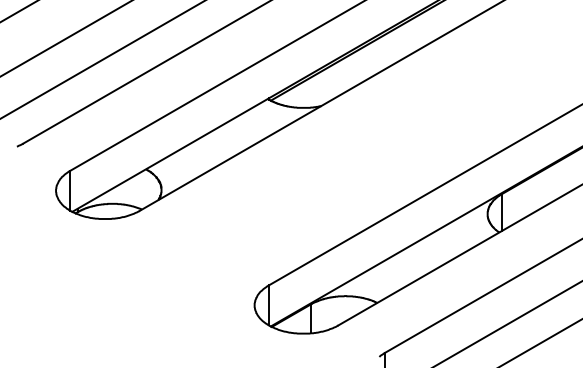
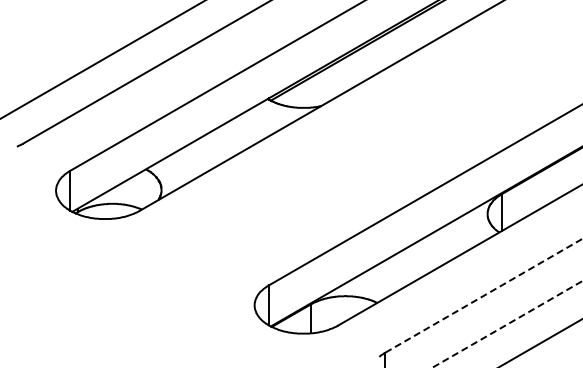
line at (18, 11): present -> none
line at (65, 38): present -> none
line at (484, 295): solid -> dashed
line at (506, 324): solid -> dashed
